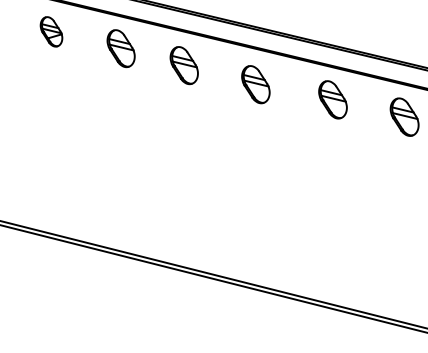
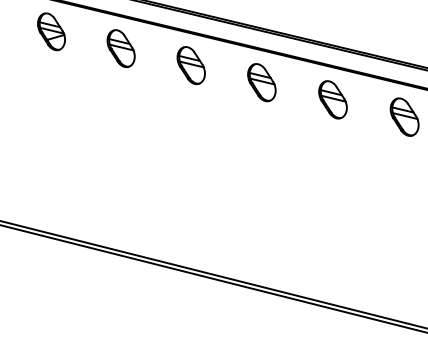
part at (51, 31) size: 25x32 px -> 29x40 px
part at (183, 65) position: (183, 65) -> (190, 65)
part at (255, 84) position: (255, 84) -> (261, 82)
